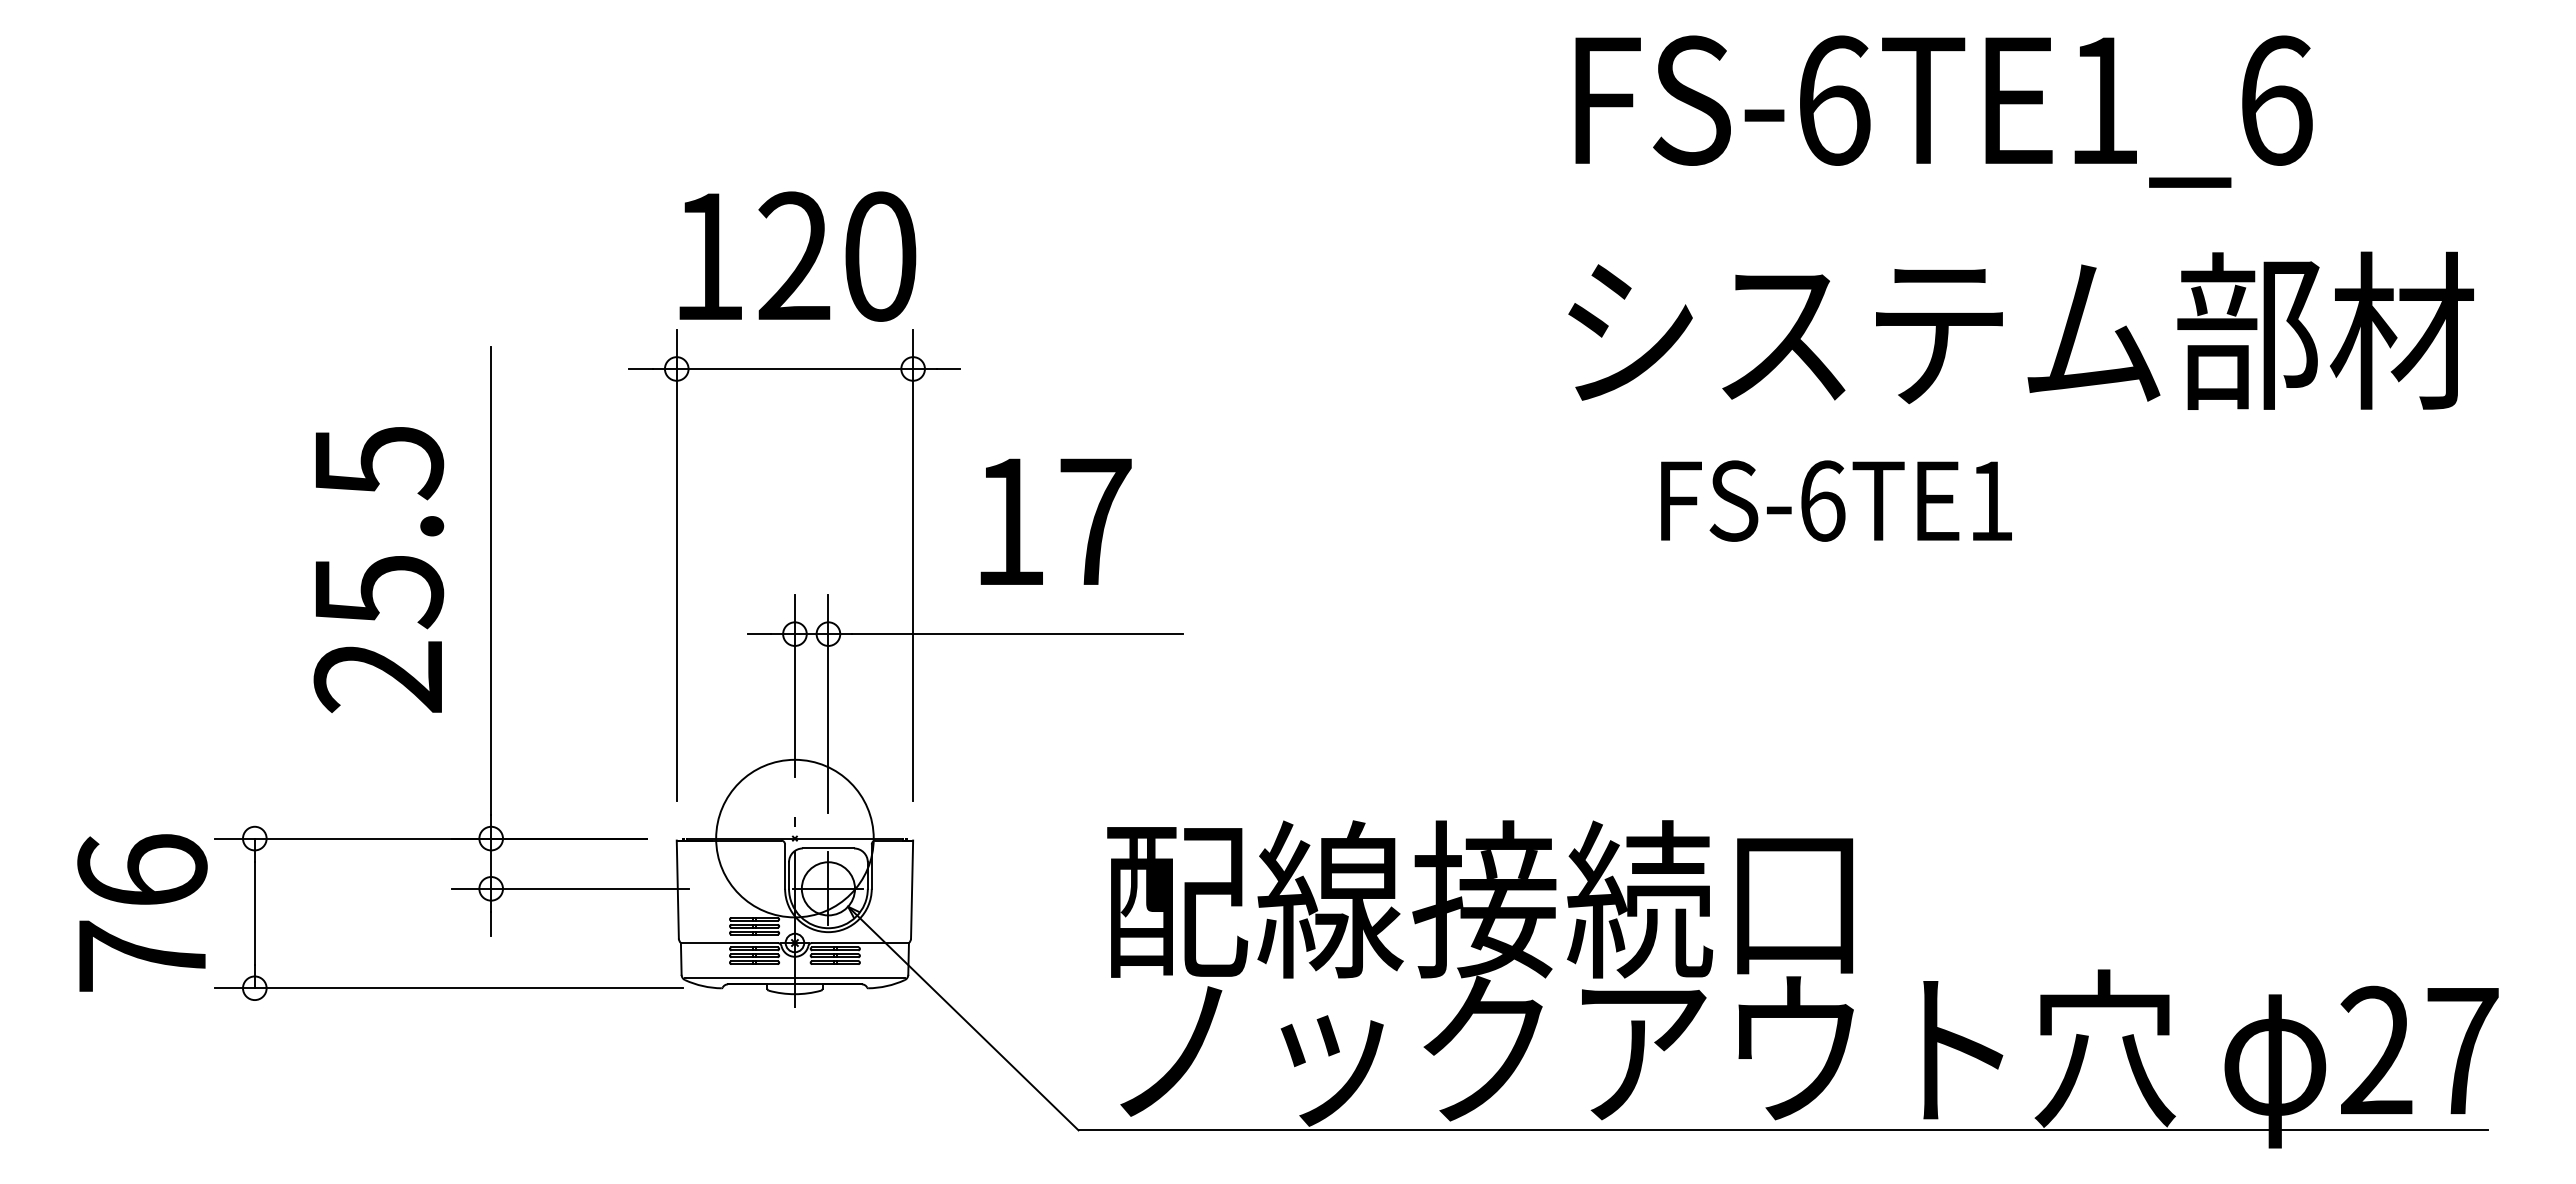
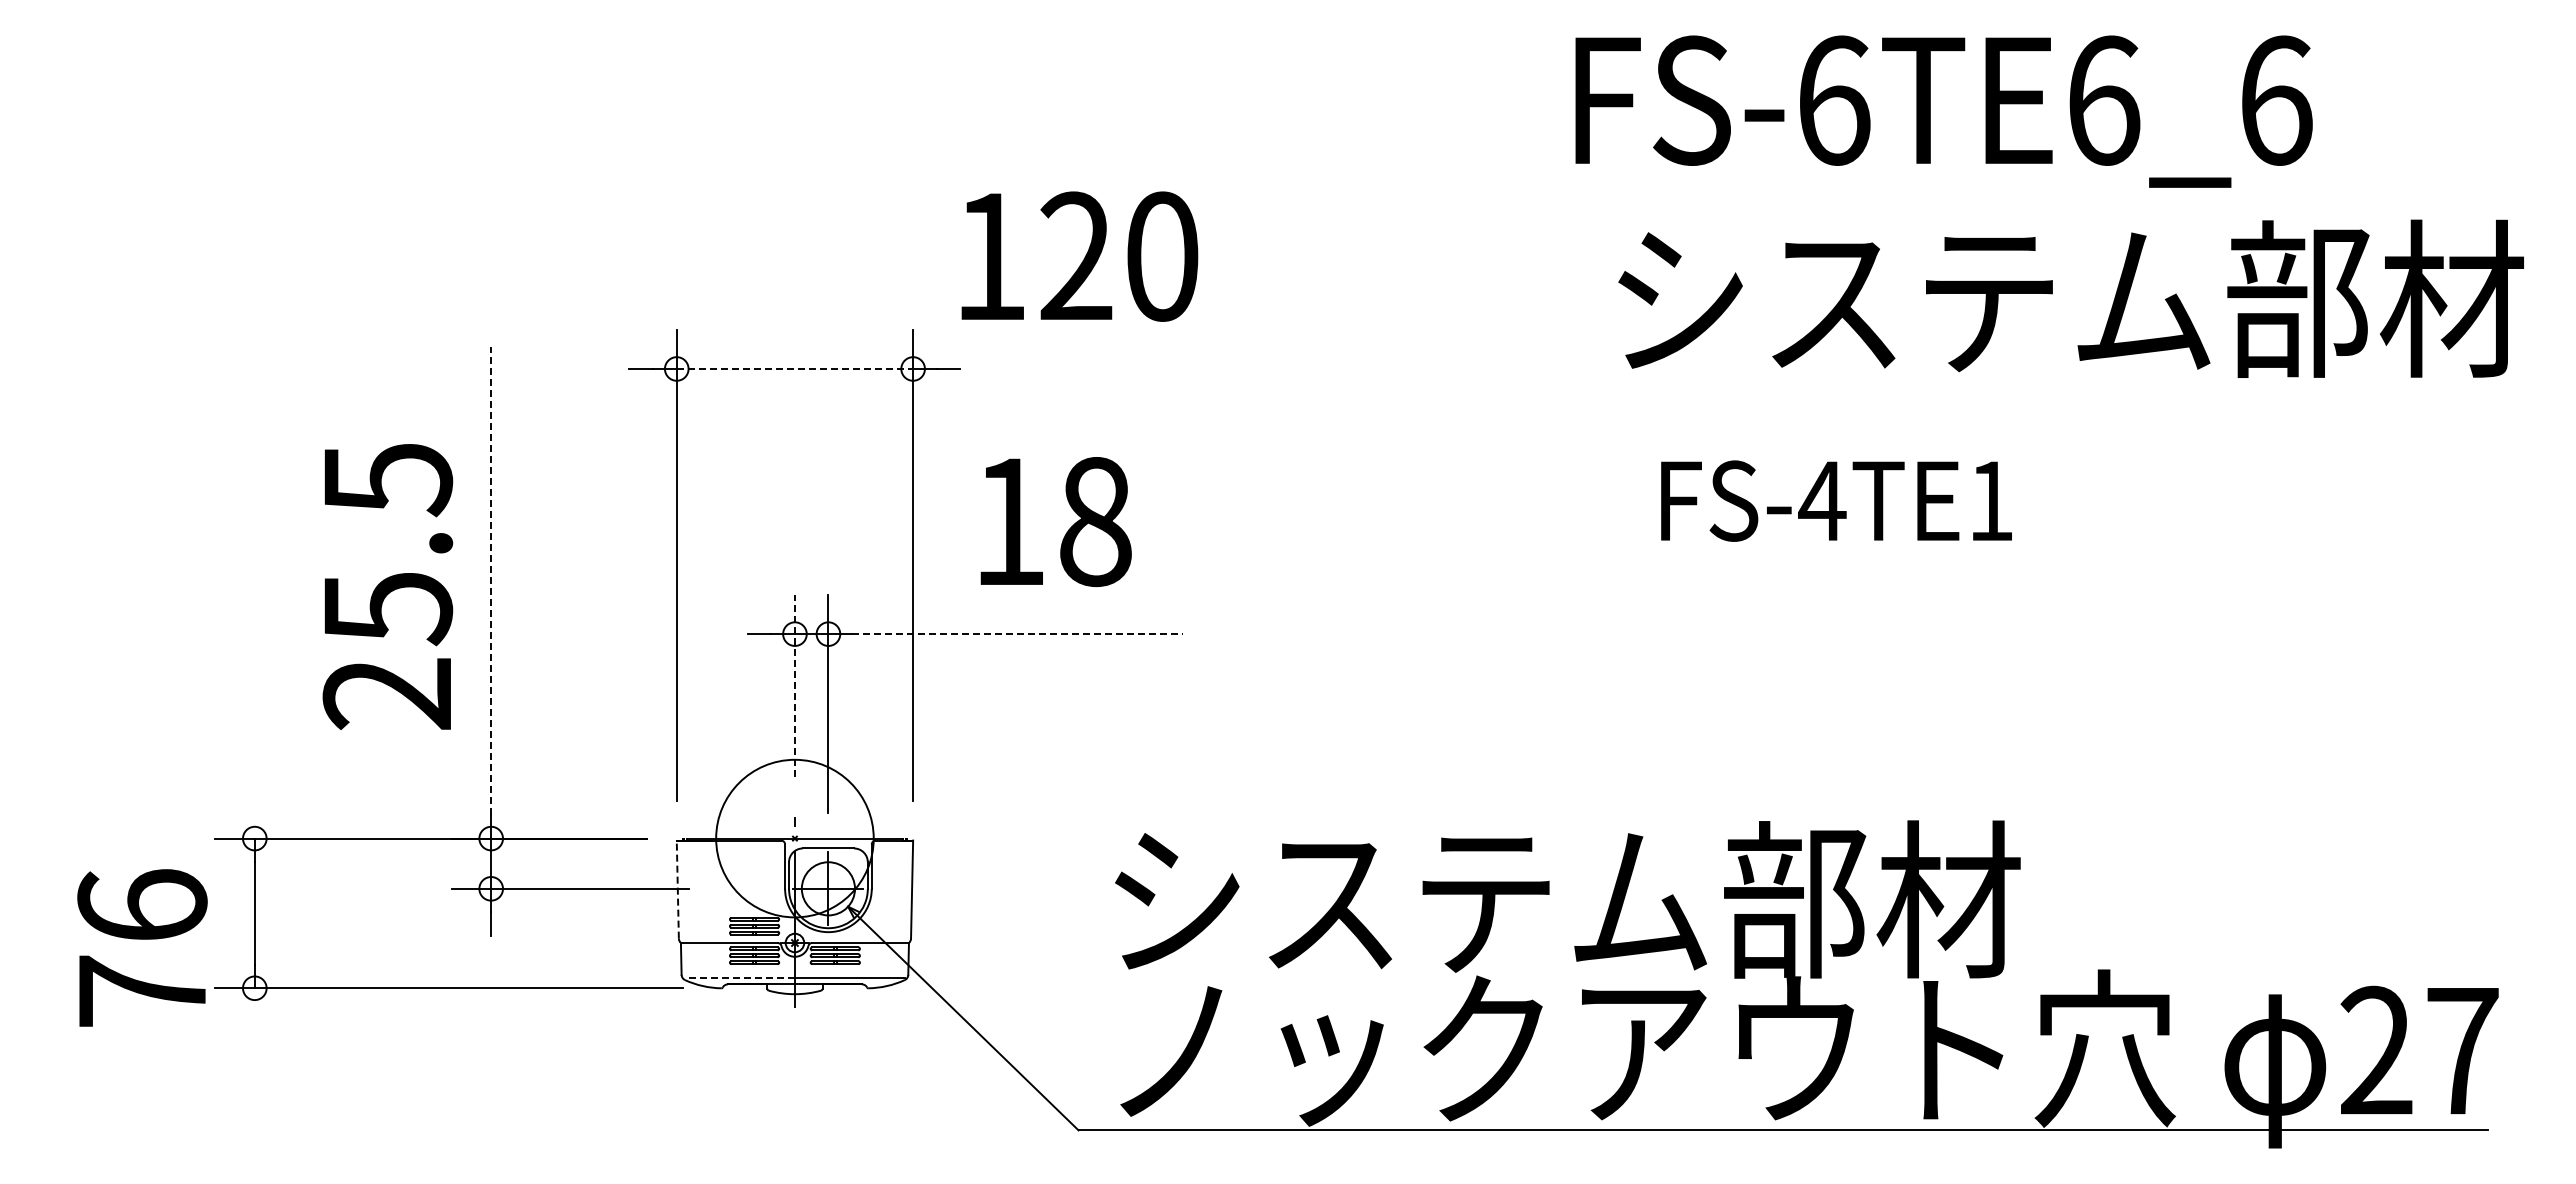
text at (2104, 100): FS-6TE1_6 -> FS-6TE6_6
text at (797, 256) position: (797, 256) -> (1079, 256)
text at (2020, 330) position: (2020, 330) -> (2070, 298)
line at (795, 368): solid -> dashed
text at (1822, 500): FS-6TE1 -> FS-4TE1
text at (1095, 522): 17 -> 18
text at (378, 569) position: (378, 569) -> (387, 586)
line at (491, 581): solid -> dashed
line at (1017, 634): solid -> dashed
line at (794, 685): solid -> dashed
line at (677, 889): solid -> dashed
text at (1563, 899): 配線接続口 -> システム部材
text at (142, 912) position: (142, 912) -> (142, 947)
line at (740, 978): solid -> dashed
